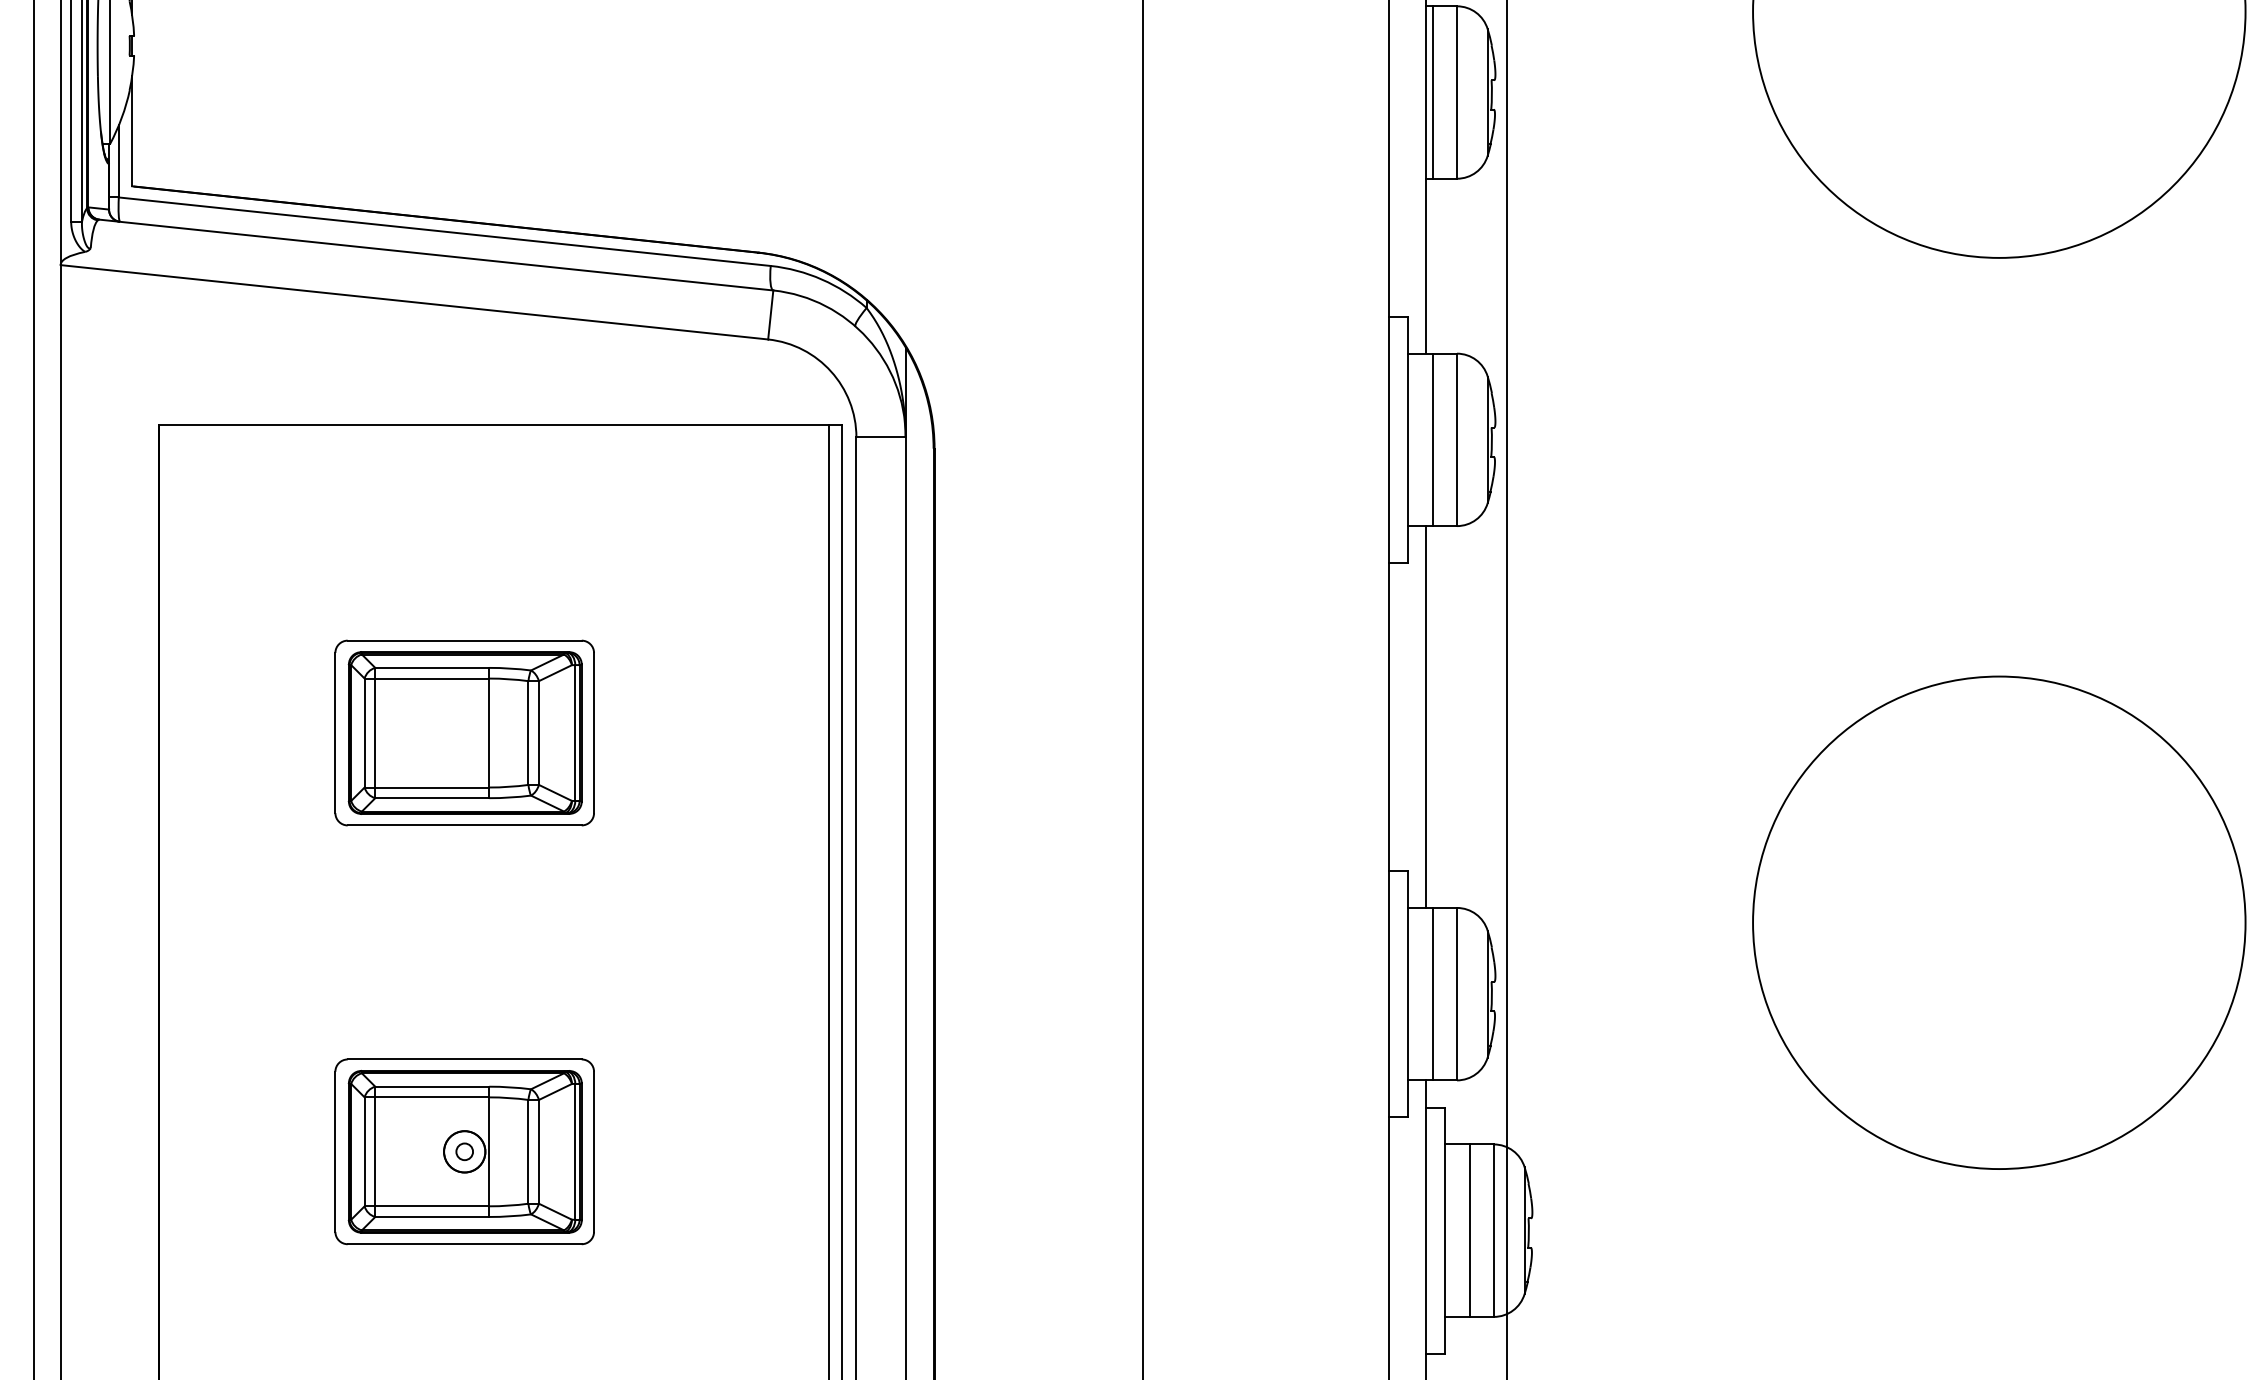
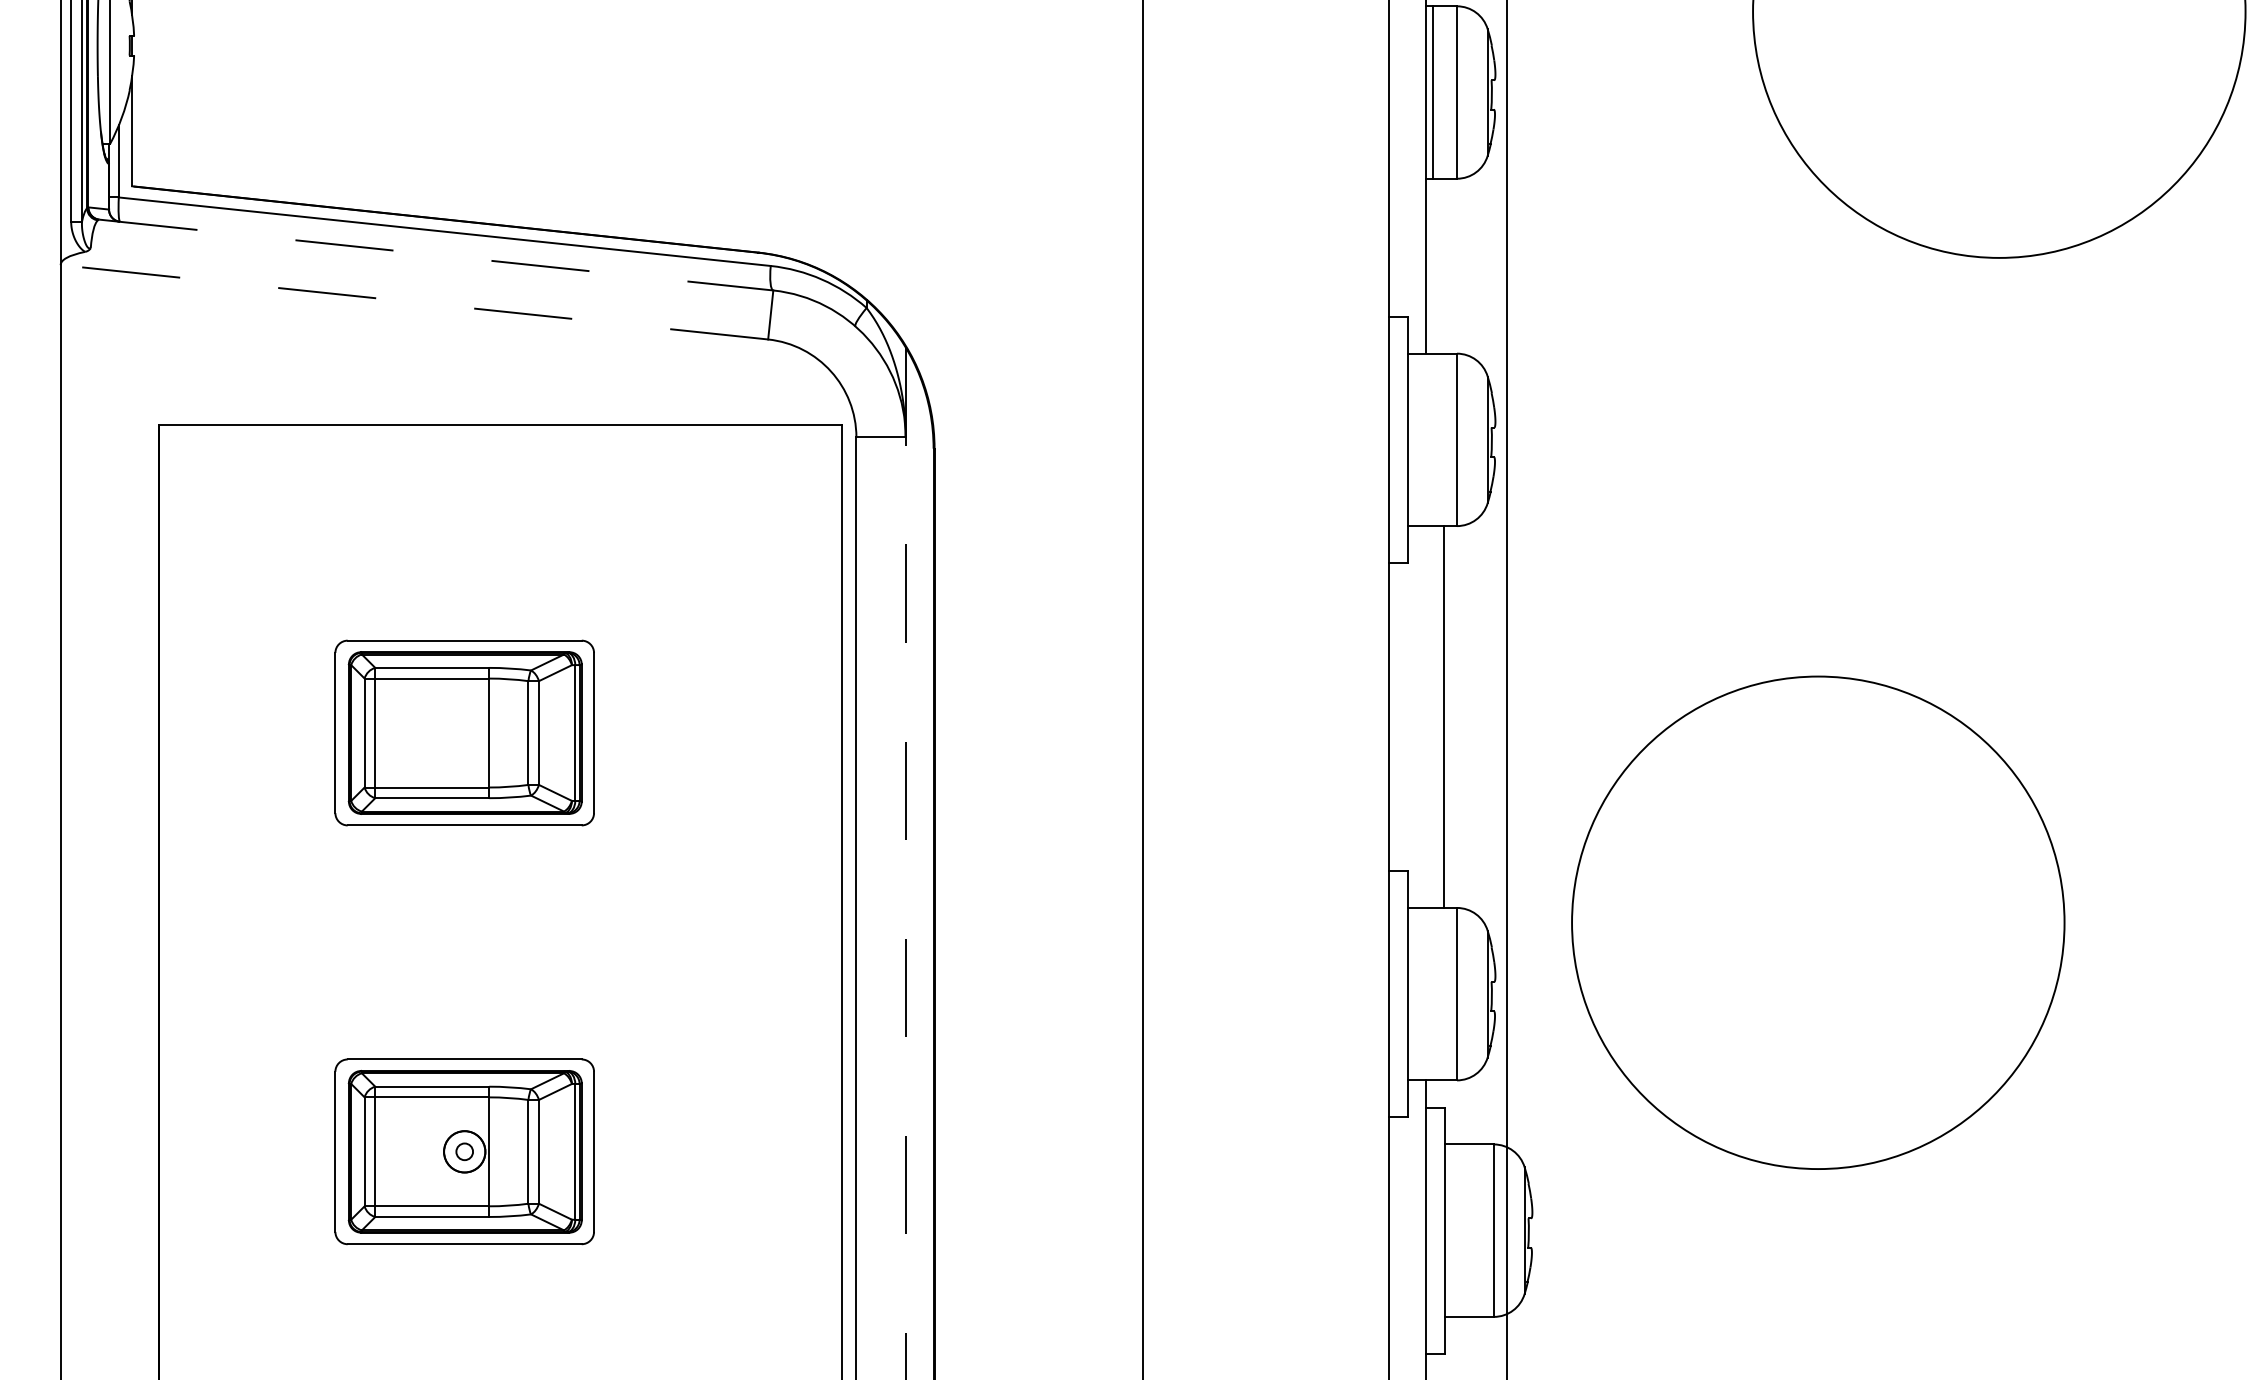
line at (436, 255): solid -> dashed
line at (414, 302): solid -> dashed
line at (1432, 439): present -> none
line at (33, 689): present -> none
line at (1425, 716) position: (1425, 716) -> (1443, 716)
line at (905, 863): solid -> dashed
line at (829, 900): present -> none
circle at (1999, 922) position: (1999, 922) -> (1818, 922)
line at (1432, 993): present -> none
line at (1469, 1230): present -> none
